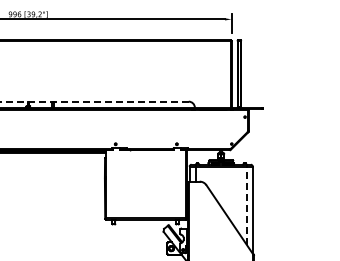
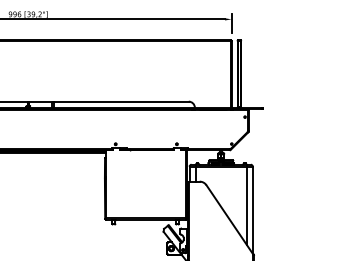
line at (94, 101): dashed -> solid
line at (246, 205): dashed -> solid
